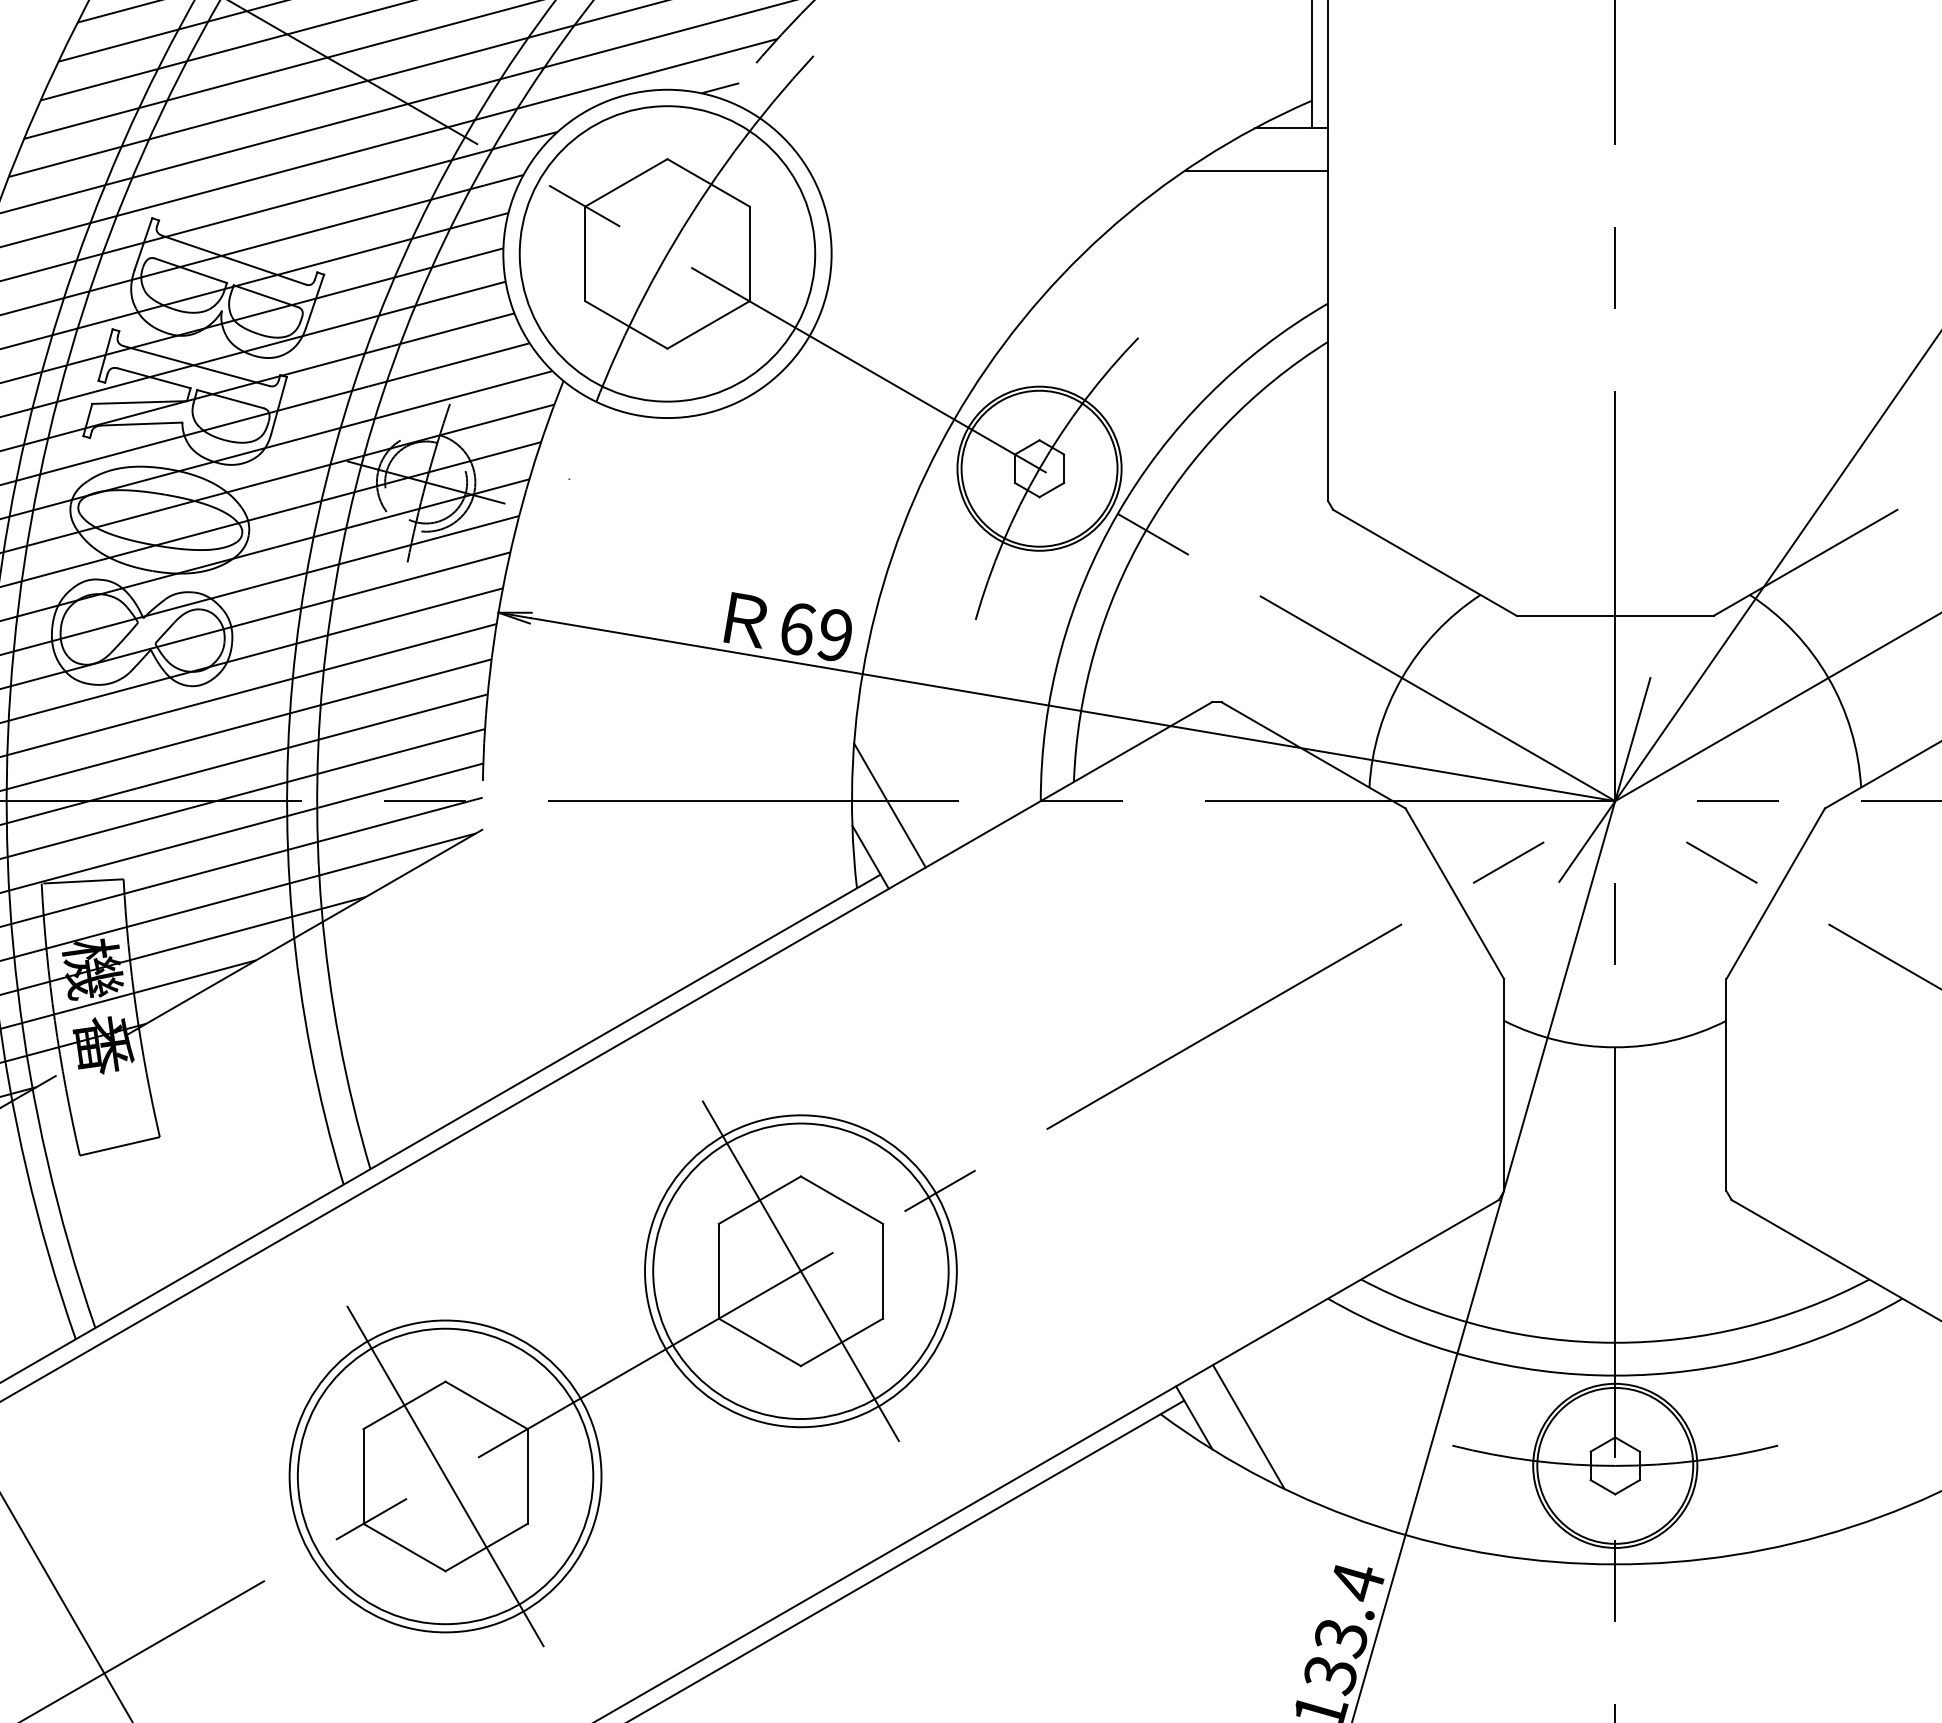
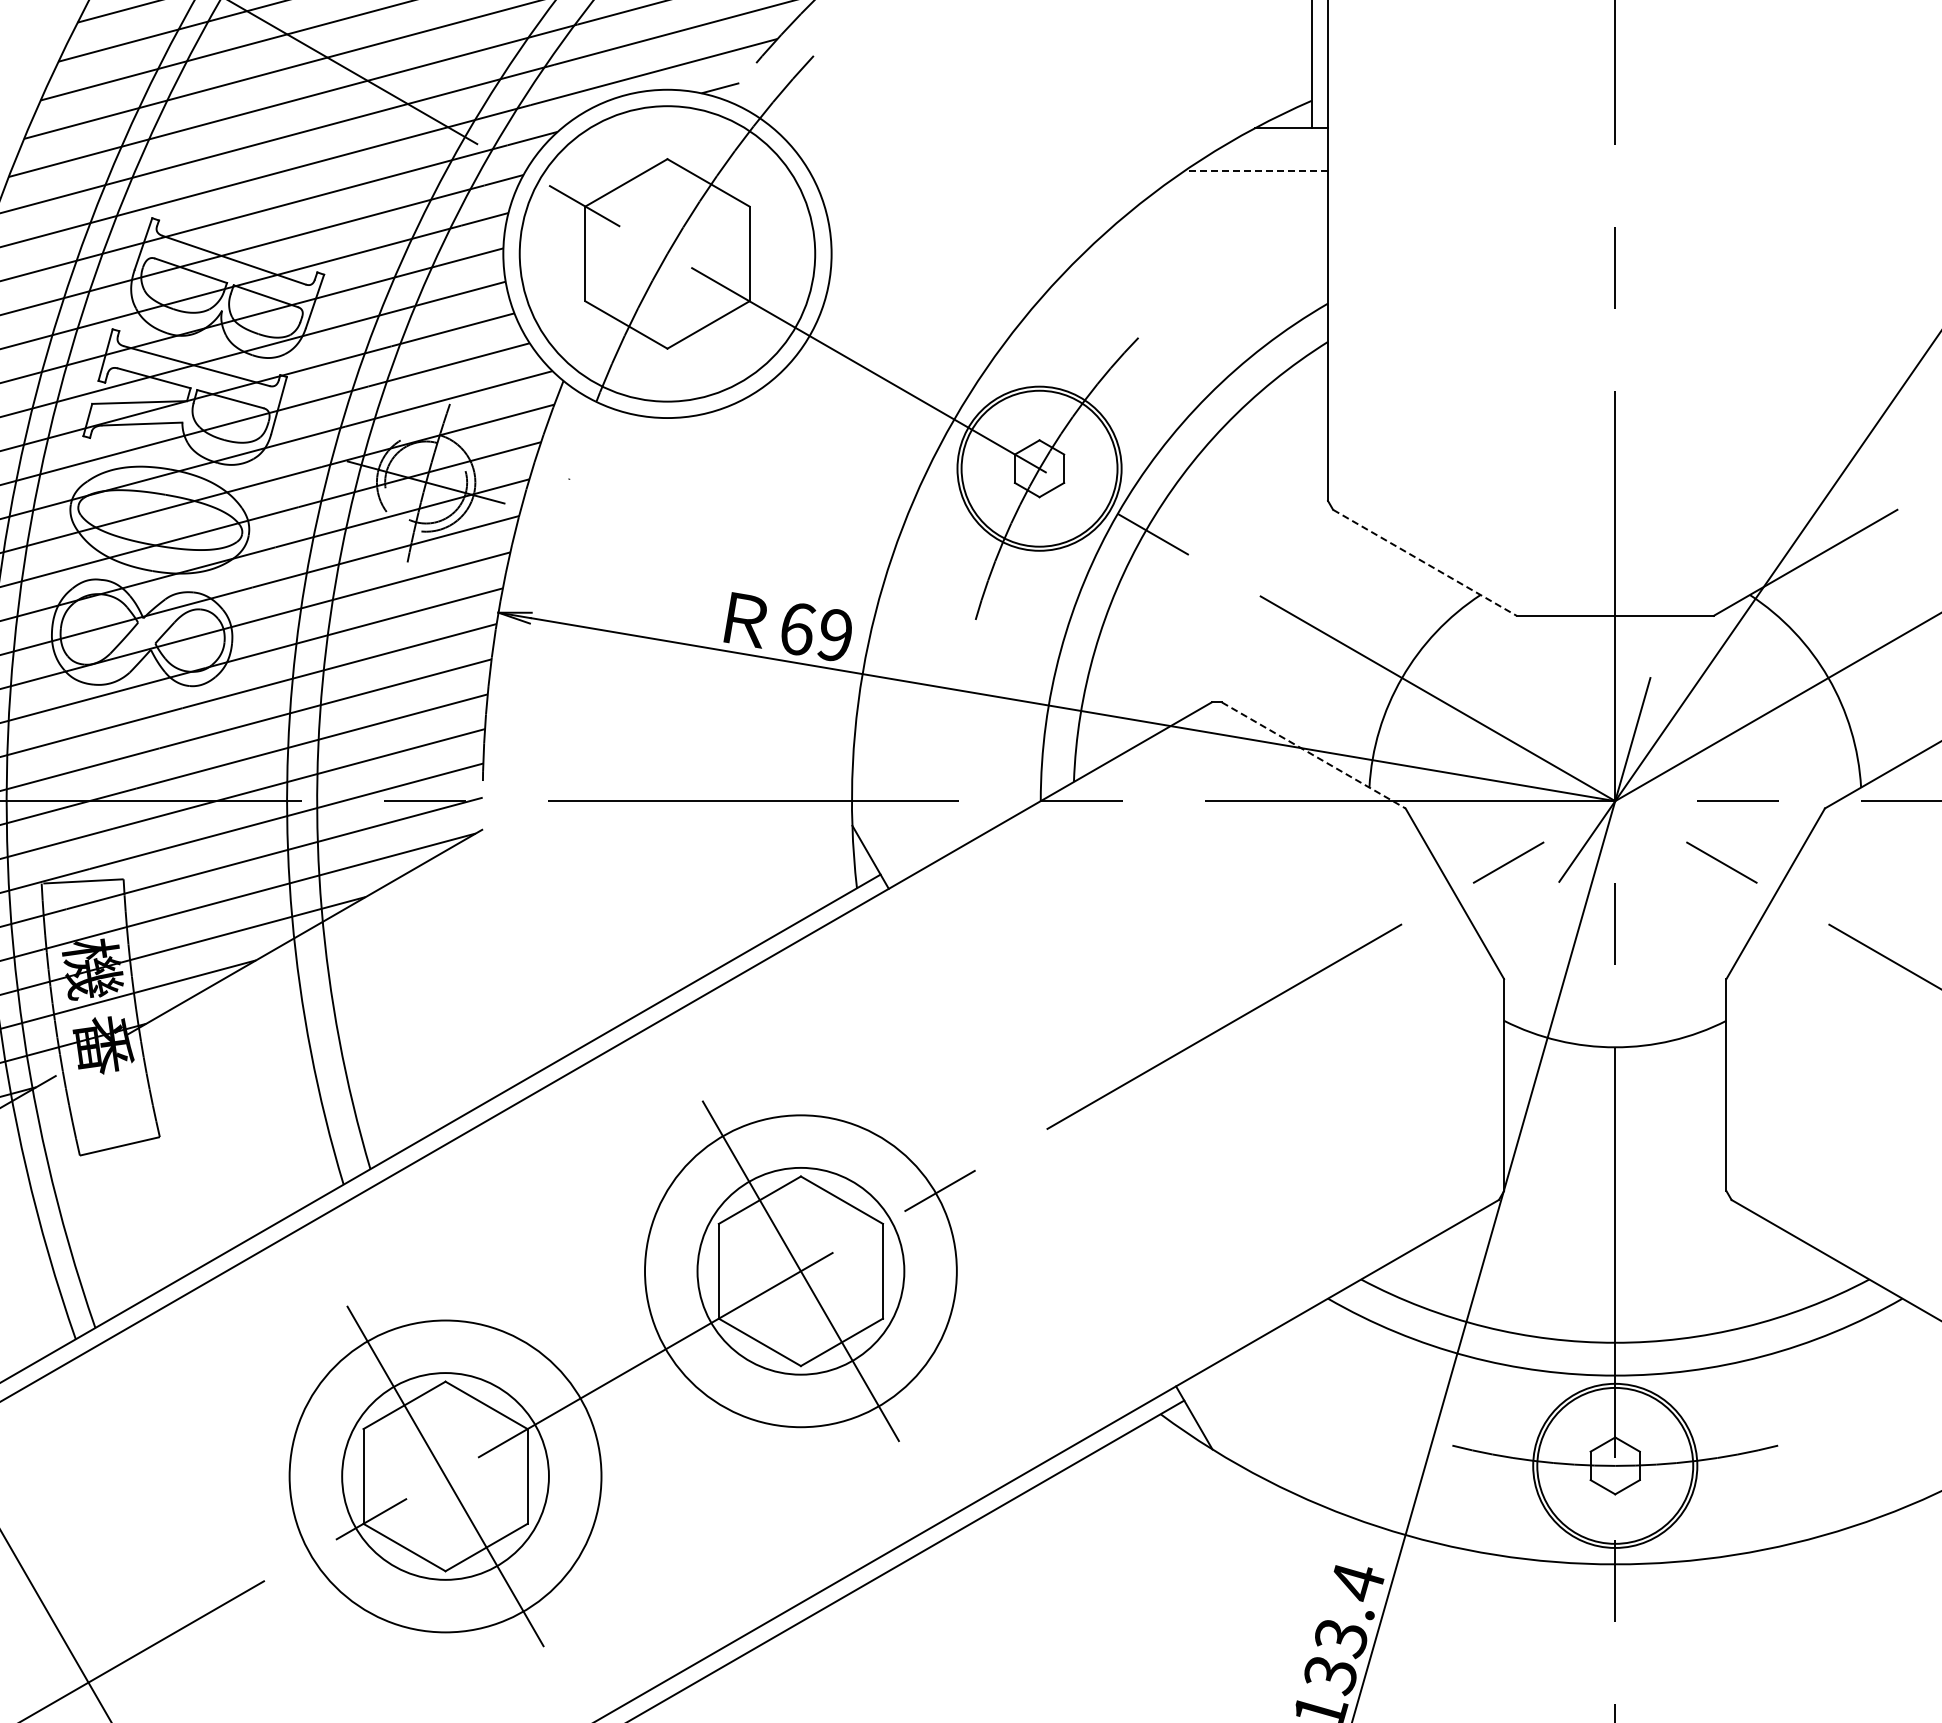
line at (1256, 170): solid -> dashed
line at (1425, 563): solid -> dashed
line at (1314, 755): solid -> dashed
line at (889, 805): present -> none
circle at (800, 1271) diameter: 295 px -> 207 px
line at (1248, 1427): present -> none
circle at (445, 1476) diameter: 295 px -> 207 px
line at (66, 1607) position: (66, 1607) -> (55, 1626)
